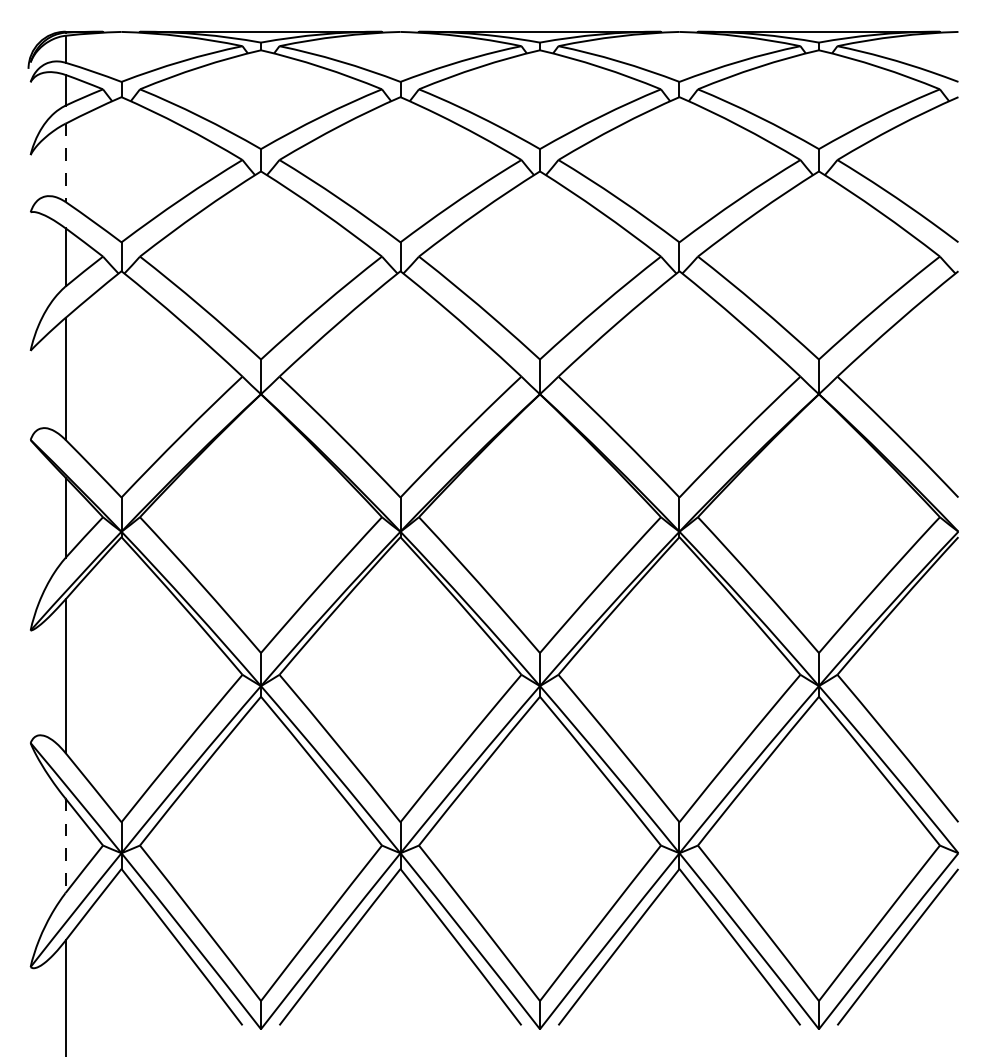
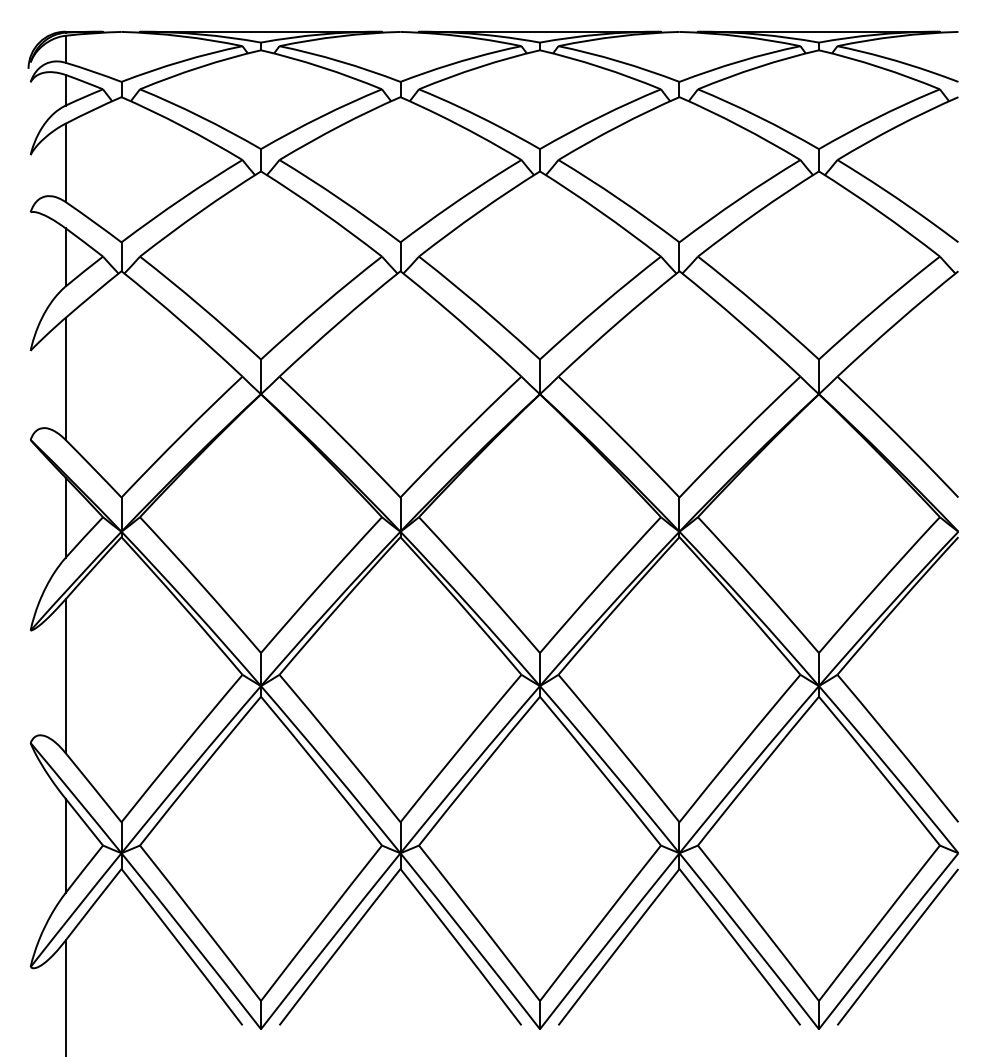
line at (65, 163): dashed -> solid
line at (65, 846): dashed -> solid
